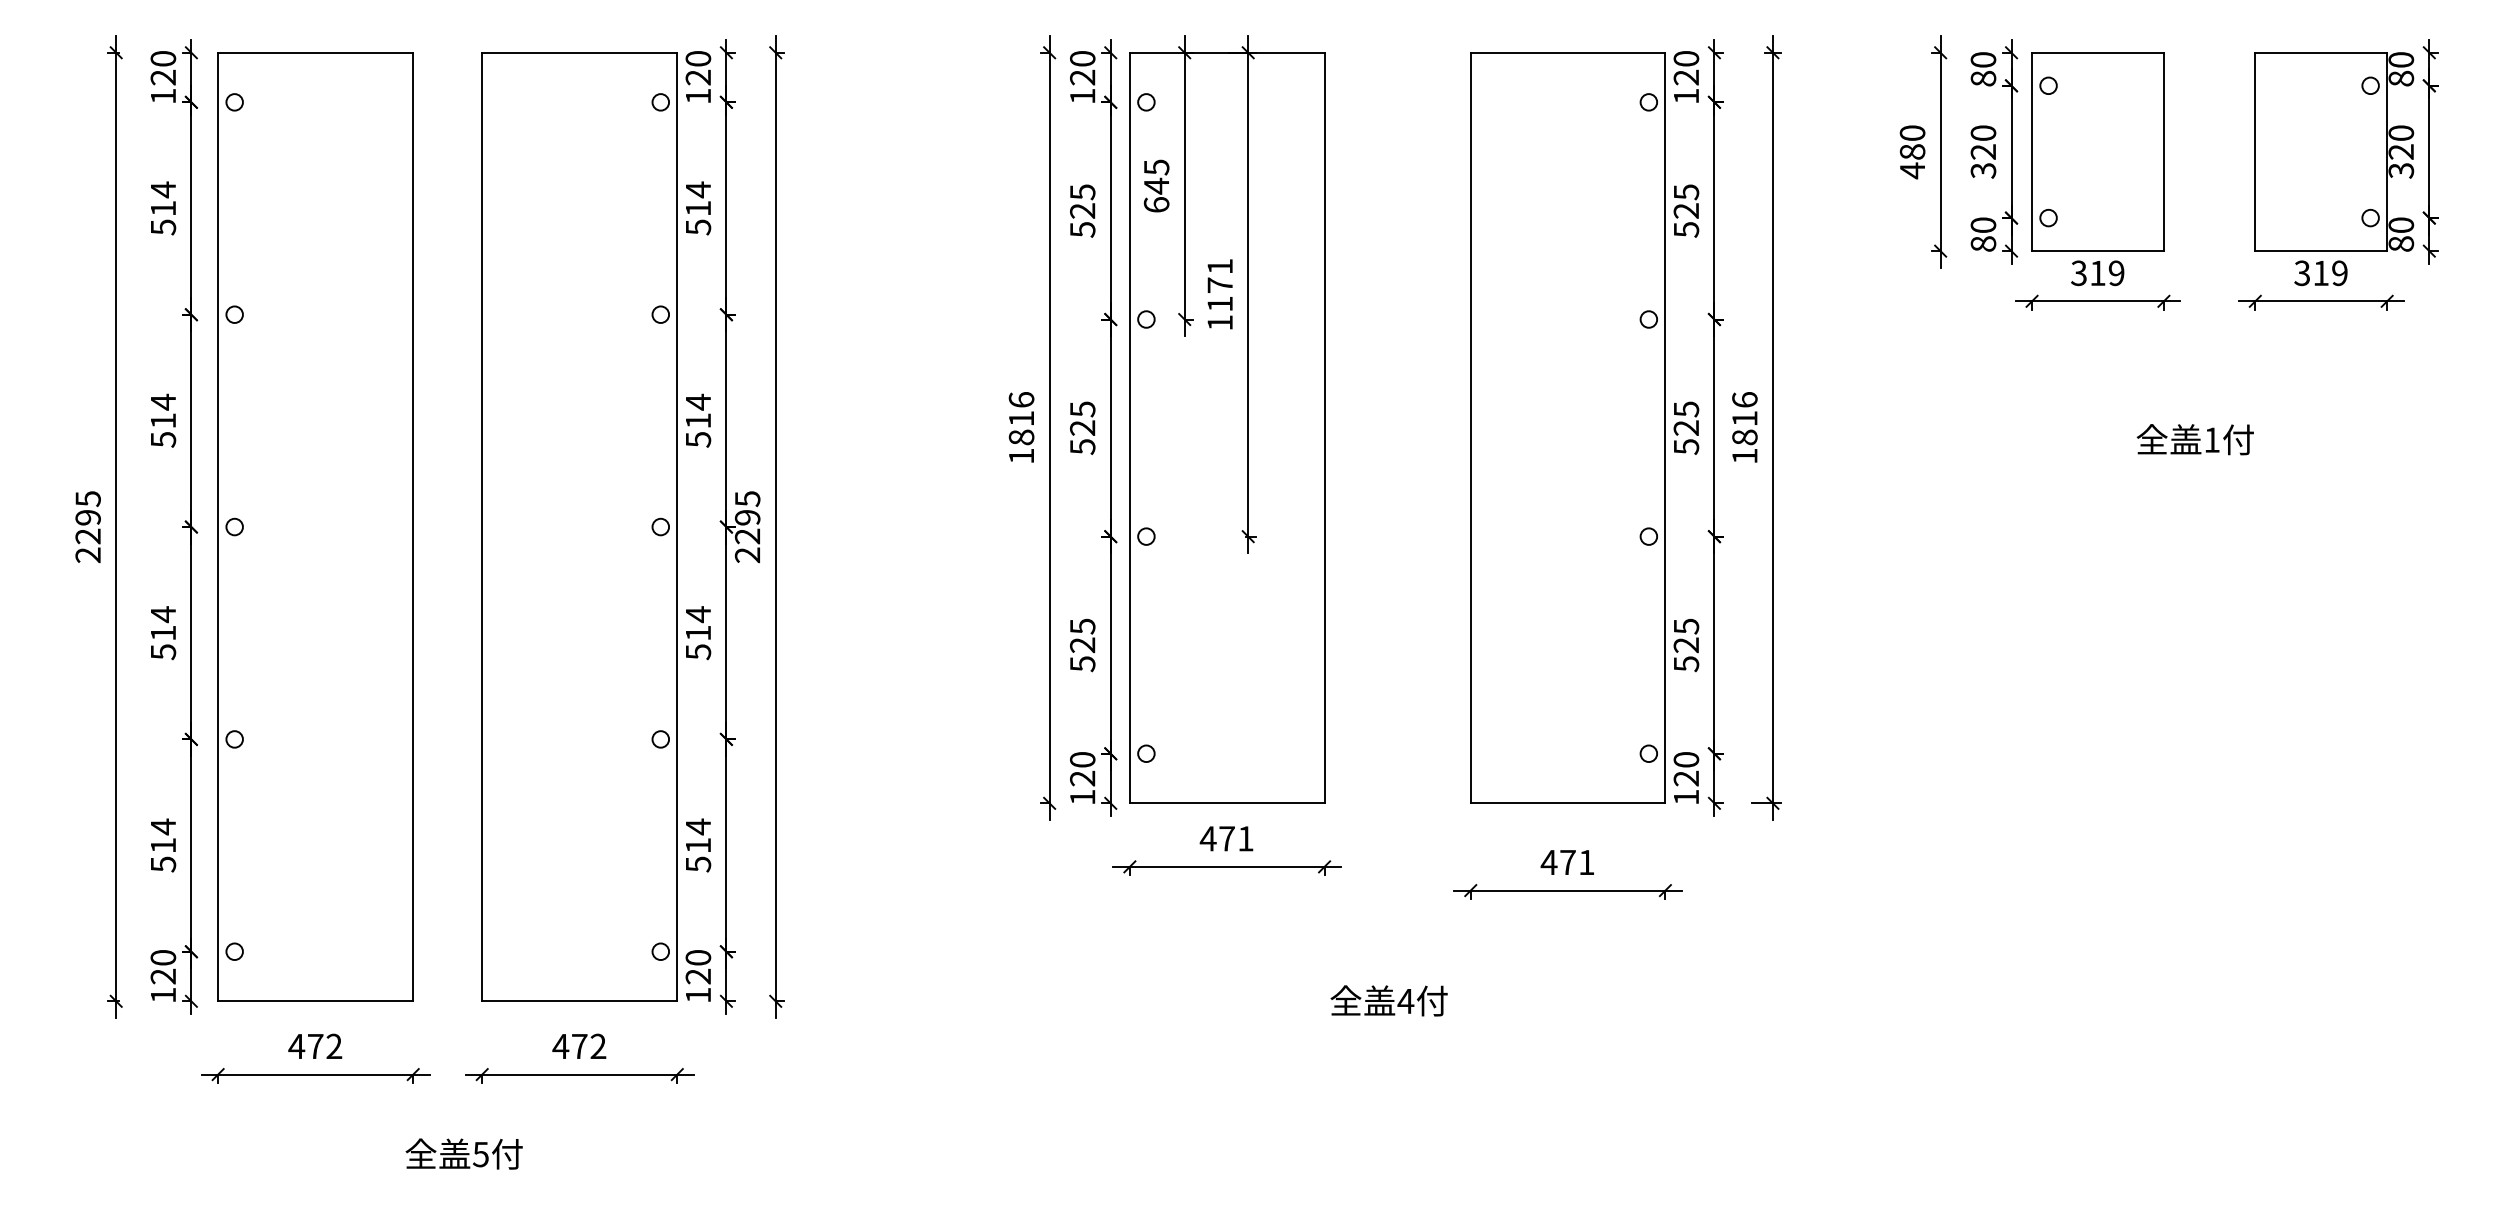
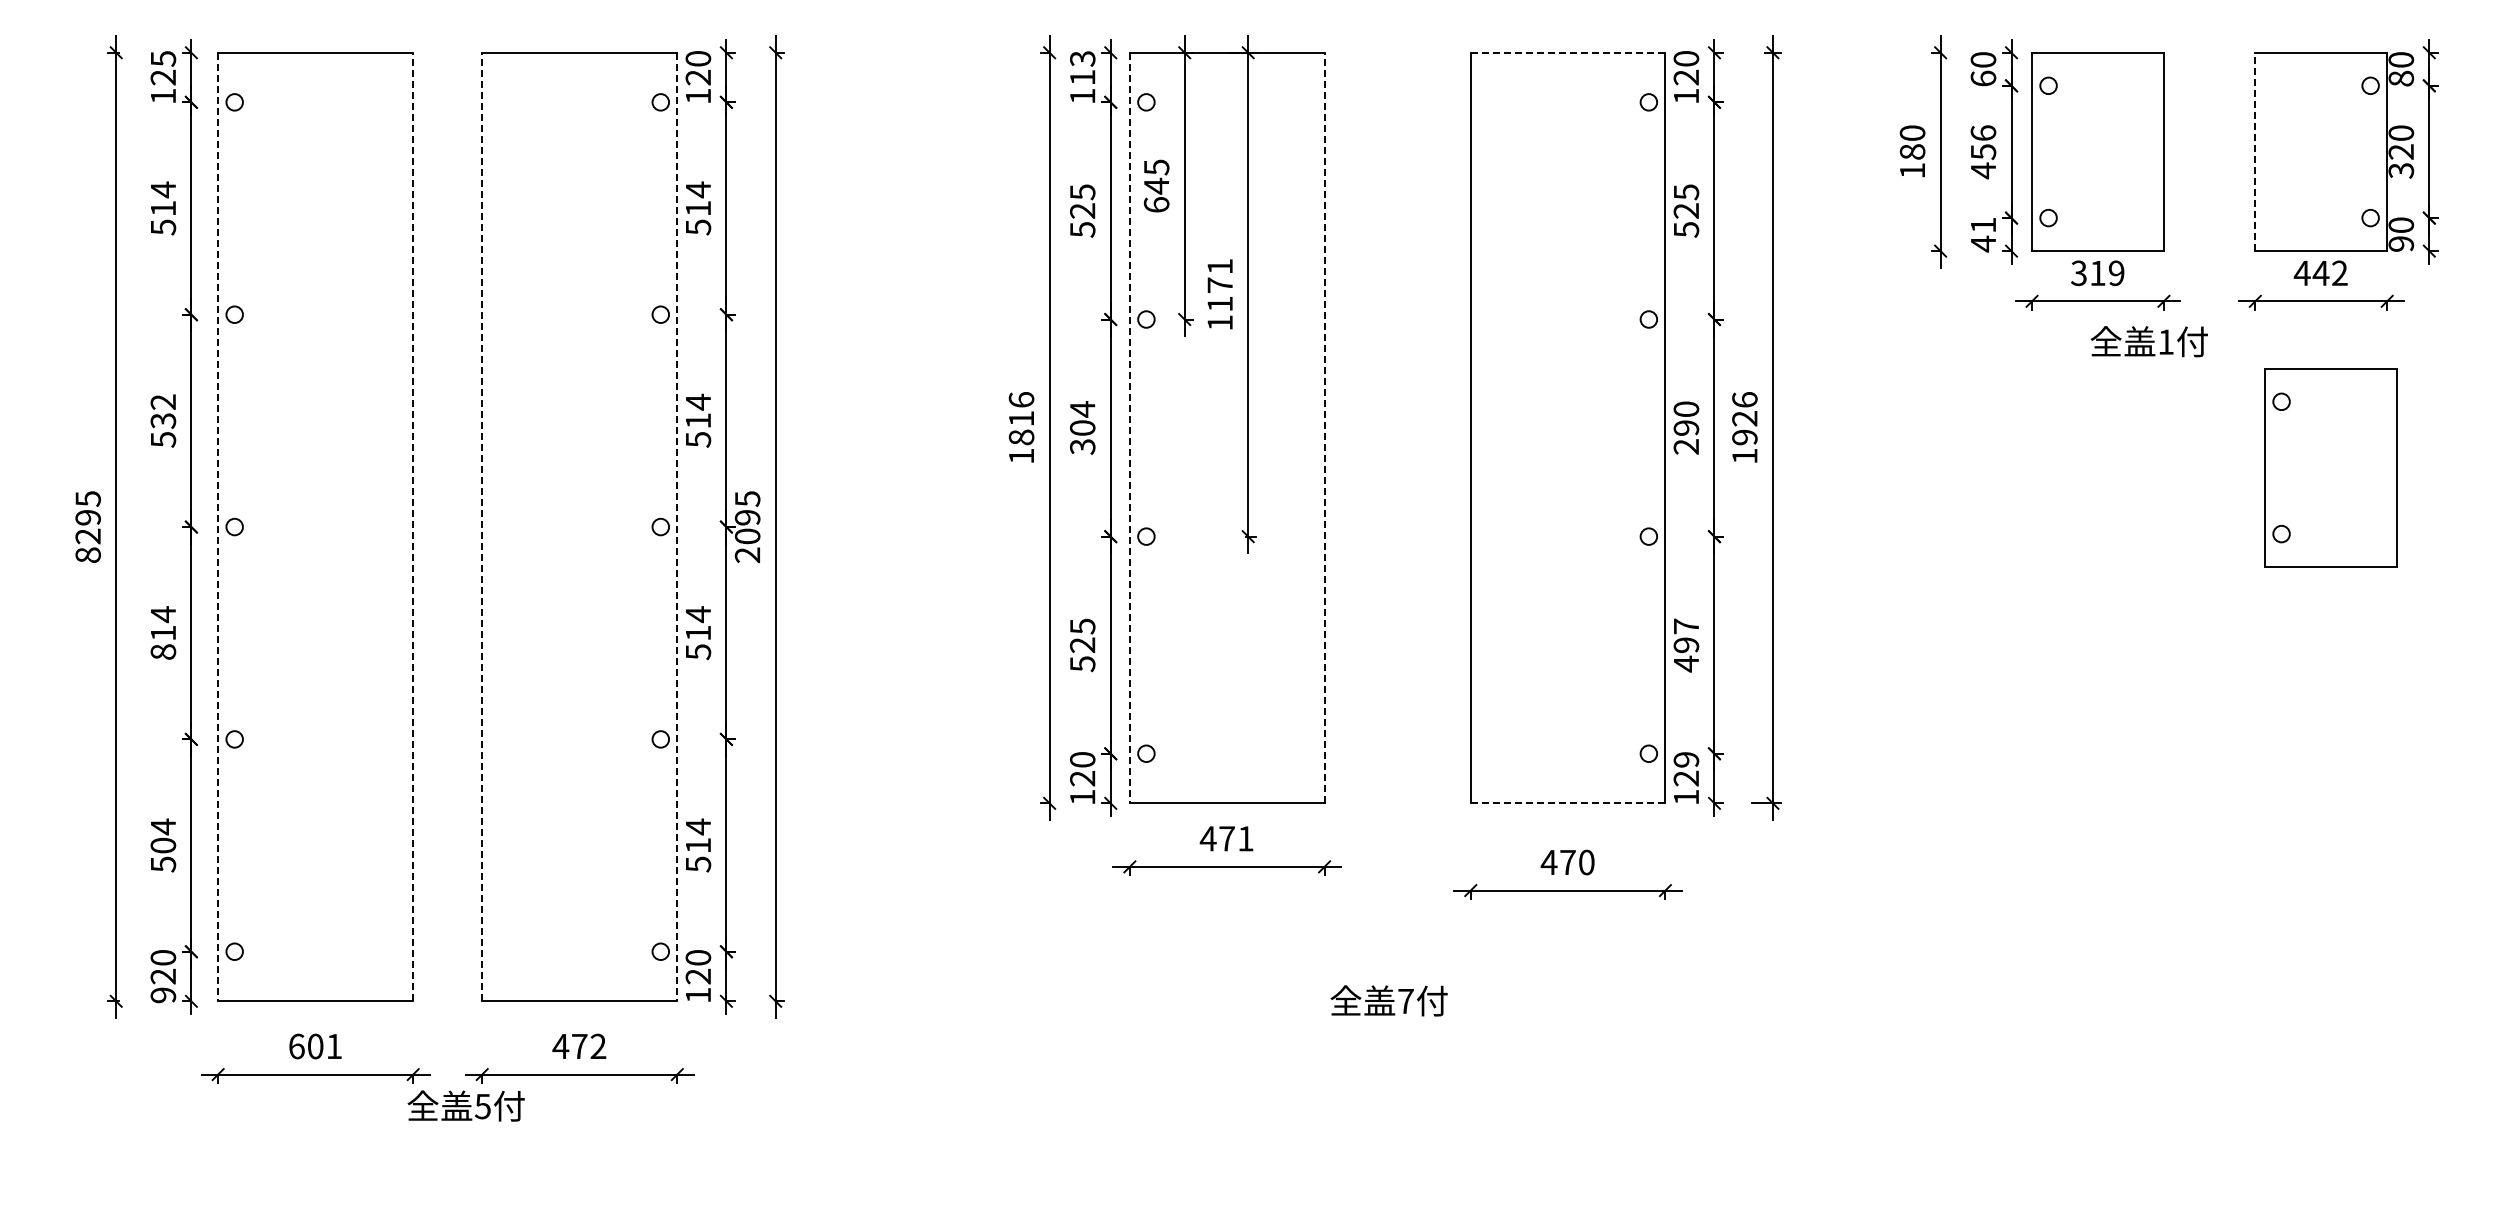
line at (1568, 52): solid -> dashed
text at (163, 58): 120 -> 125
text at (1082, 68): 120 -> 113
text at (1983, 78): 80 -> 60
line at (2255, 151): solid -> dashed
text at (1983, 152): 320 -> 456
text at (1912, 170): 480 -> 180
text at (1983, 234): 80 -> 41
text at (2401, 243): 80 -> 90
text at (2320, 273): 319 -> 442
text at (163, 411): 514 -> 532
text at (1082, 427): 525 -> 304
line at (1324, 427): solid -> dashed
text at (1686, 427): 525 -> 290
line at (1129, 428): solid -> dashed
text at (1744, 428): 1816 -> 1926
text at (2194, 439) position: (2194, 439) -> (2148, 341)
part at (2330, 467): none -> present
line at (413, 526): solid -> dashed
line at (482, 526): solid -> dashed
line at (218, 527): solid -> dashed
line at (677, 527): solid -> dashed
text at (747, 536): 2295 -> 2095
text at (87, 555): 2295 -> 8295
text at (1686, 645): 525 -> 497
text at (163, 652): 514 -> 814
text at (1686, 759): 120 -> 129
line at (1567, 803): solid -> dashed
text at (163, 845): 514 -> 504
text at (1586, 862): 471 -> 470
text at (163, 995): 120 -> 920
text at (1405, 1001): 4 -> 7
text at (315, 1046): 472 -> 601
text at (463, 1153) position: (463, 1153) -> (465, 1105)
